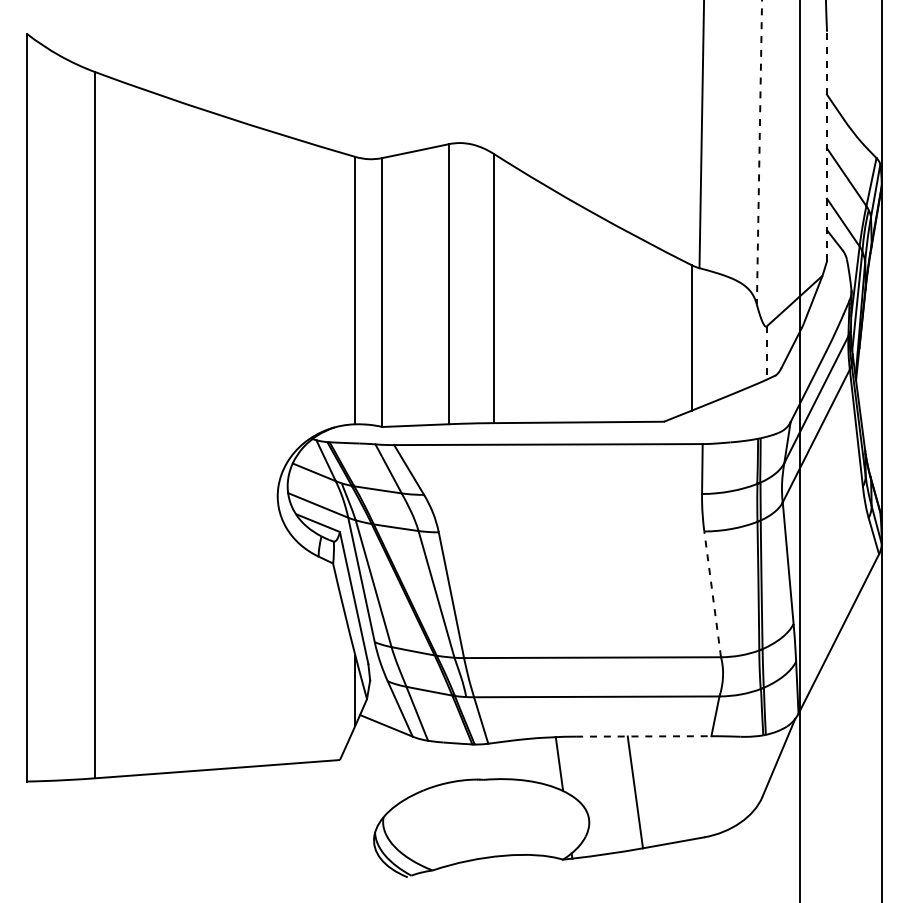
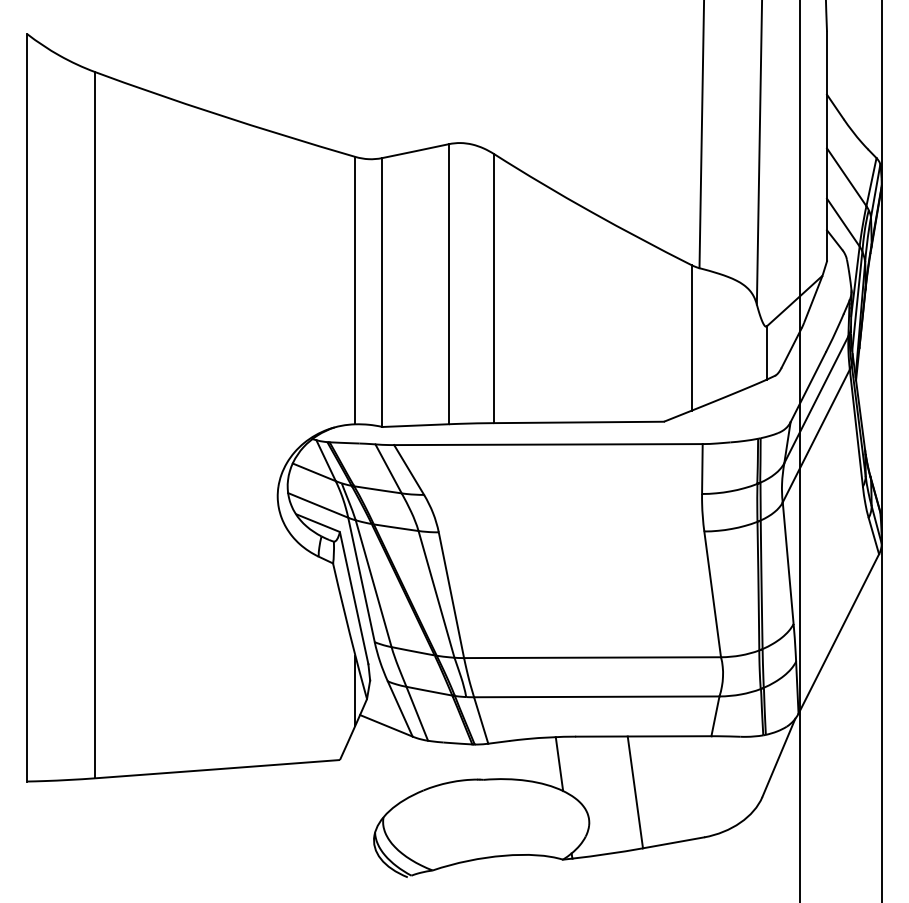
line at (827, 146): dashed -> solid
line at (759, 152): dashed -> solid
line at (766, 353): dashed -> solid
line at (712, 593): dashed -> solid
line at (643, 736): dashed -> solid
